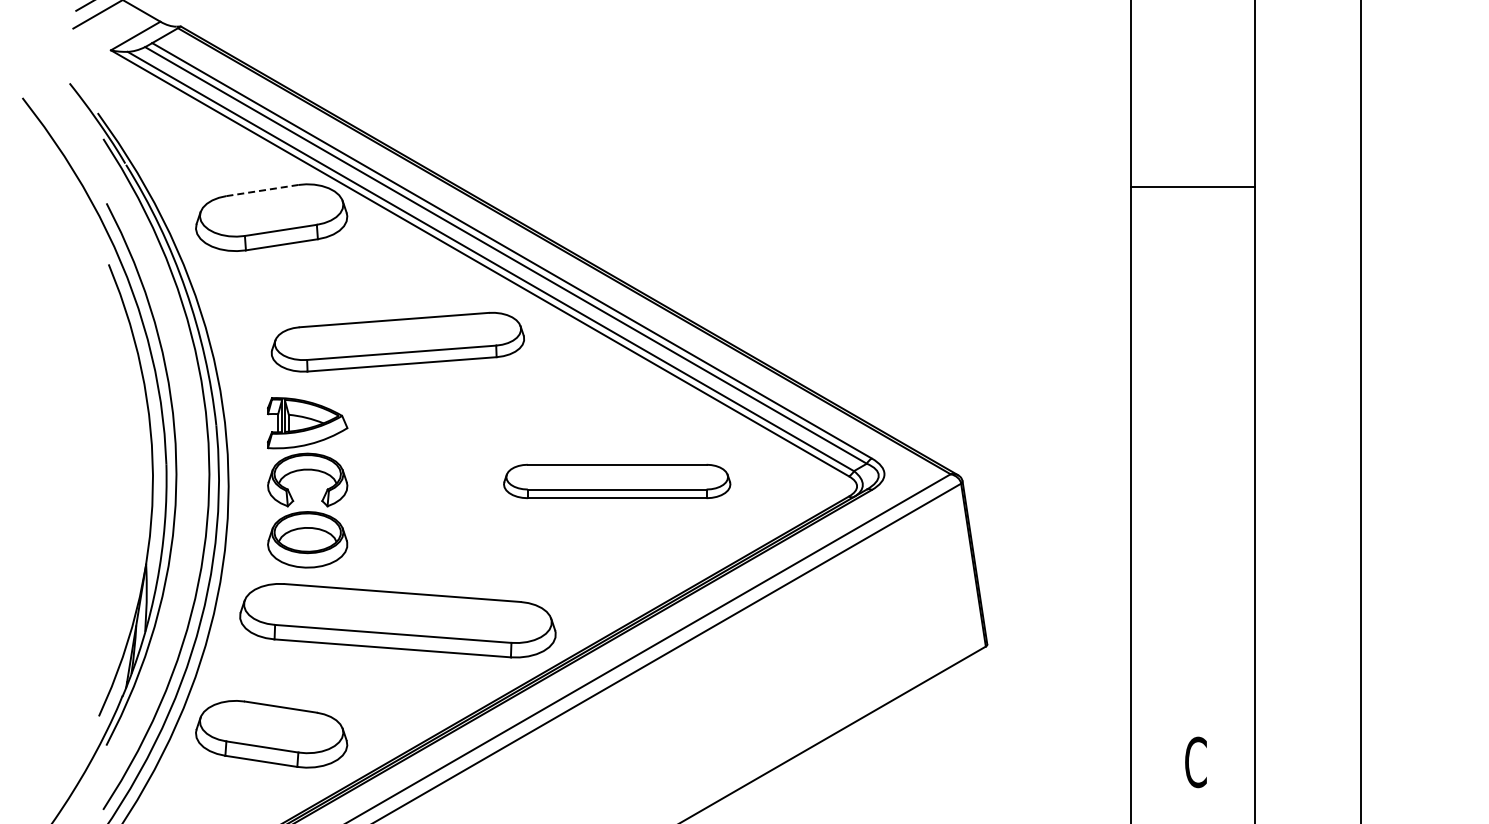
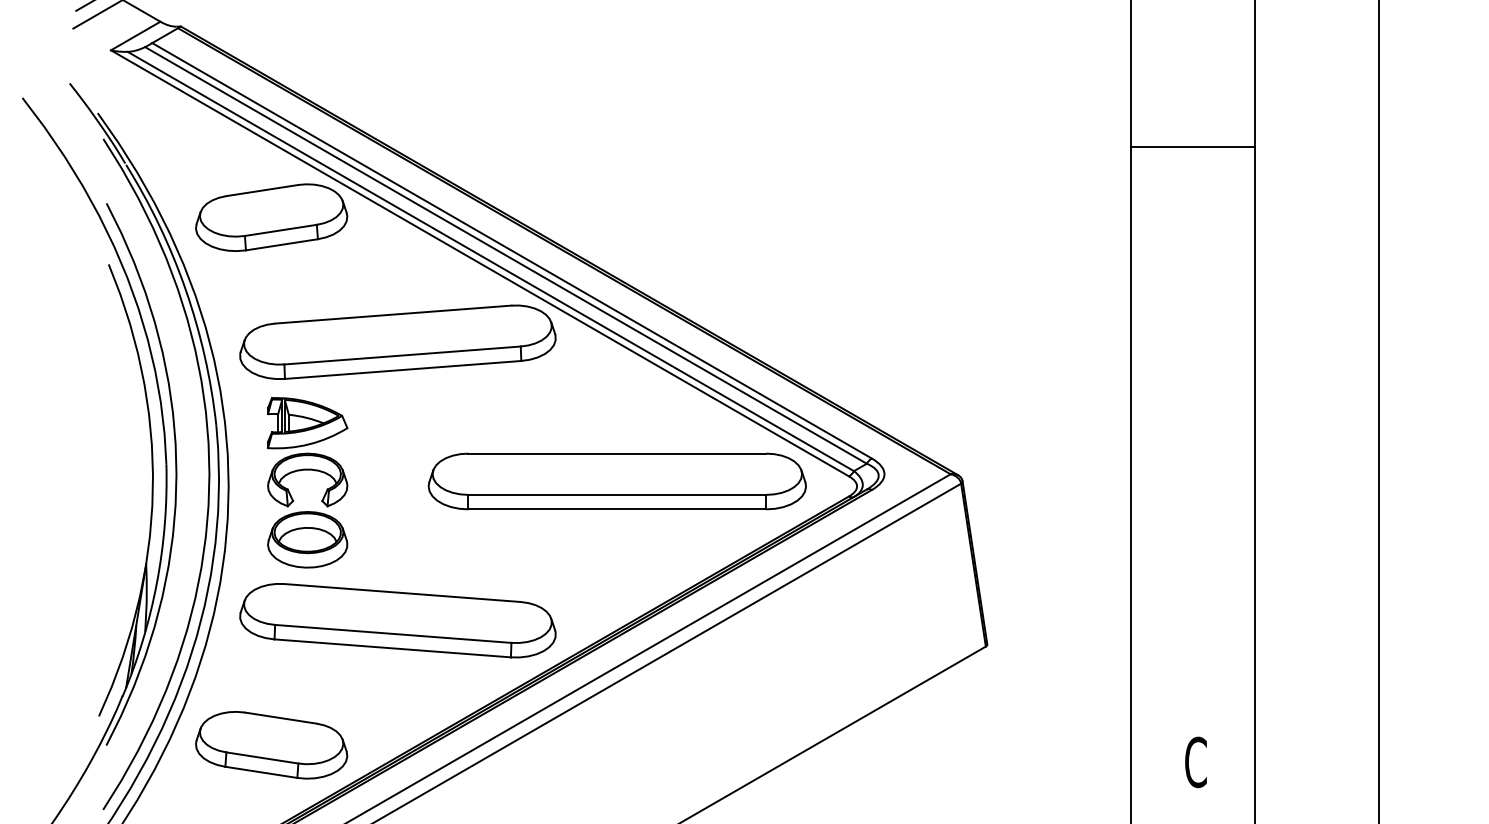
line at (1192, 187) position: (1192, 187) -> (1192, 147)
line at (262, 190): dashed -> solid
part at (397, 341) size: 255x62 px -> 318x76 px
line at (1361, 411) position: (1361, 411) -> (1379, 411)
part at (617, 480) size: 229x36 px -> 380x59 px
part at (271, 734) position: (271, 734) -> (271, 745)
